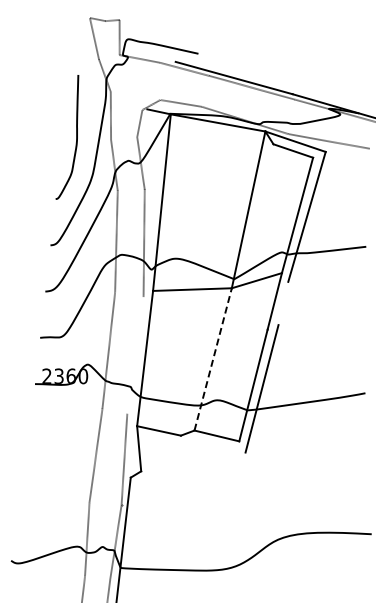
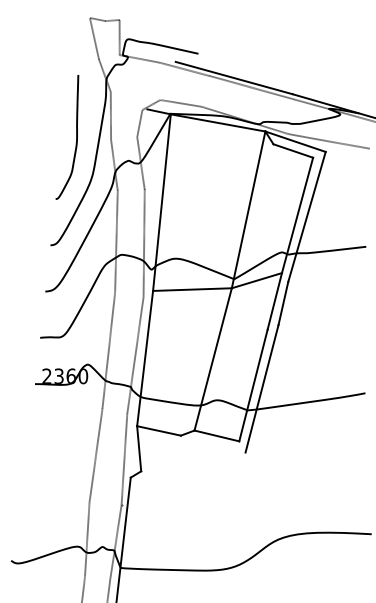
line at (283, 303): none -> present
line at (135, 355): none -> present
line at (213, 359): dashed -> solid
